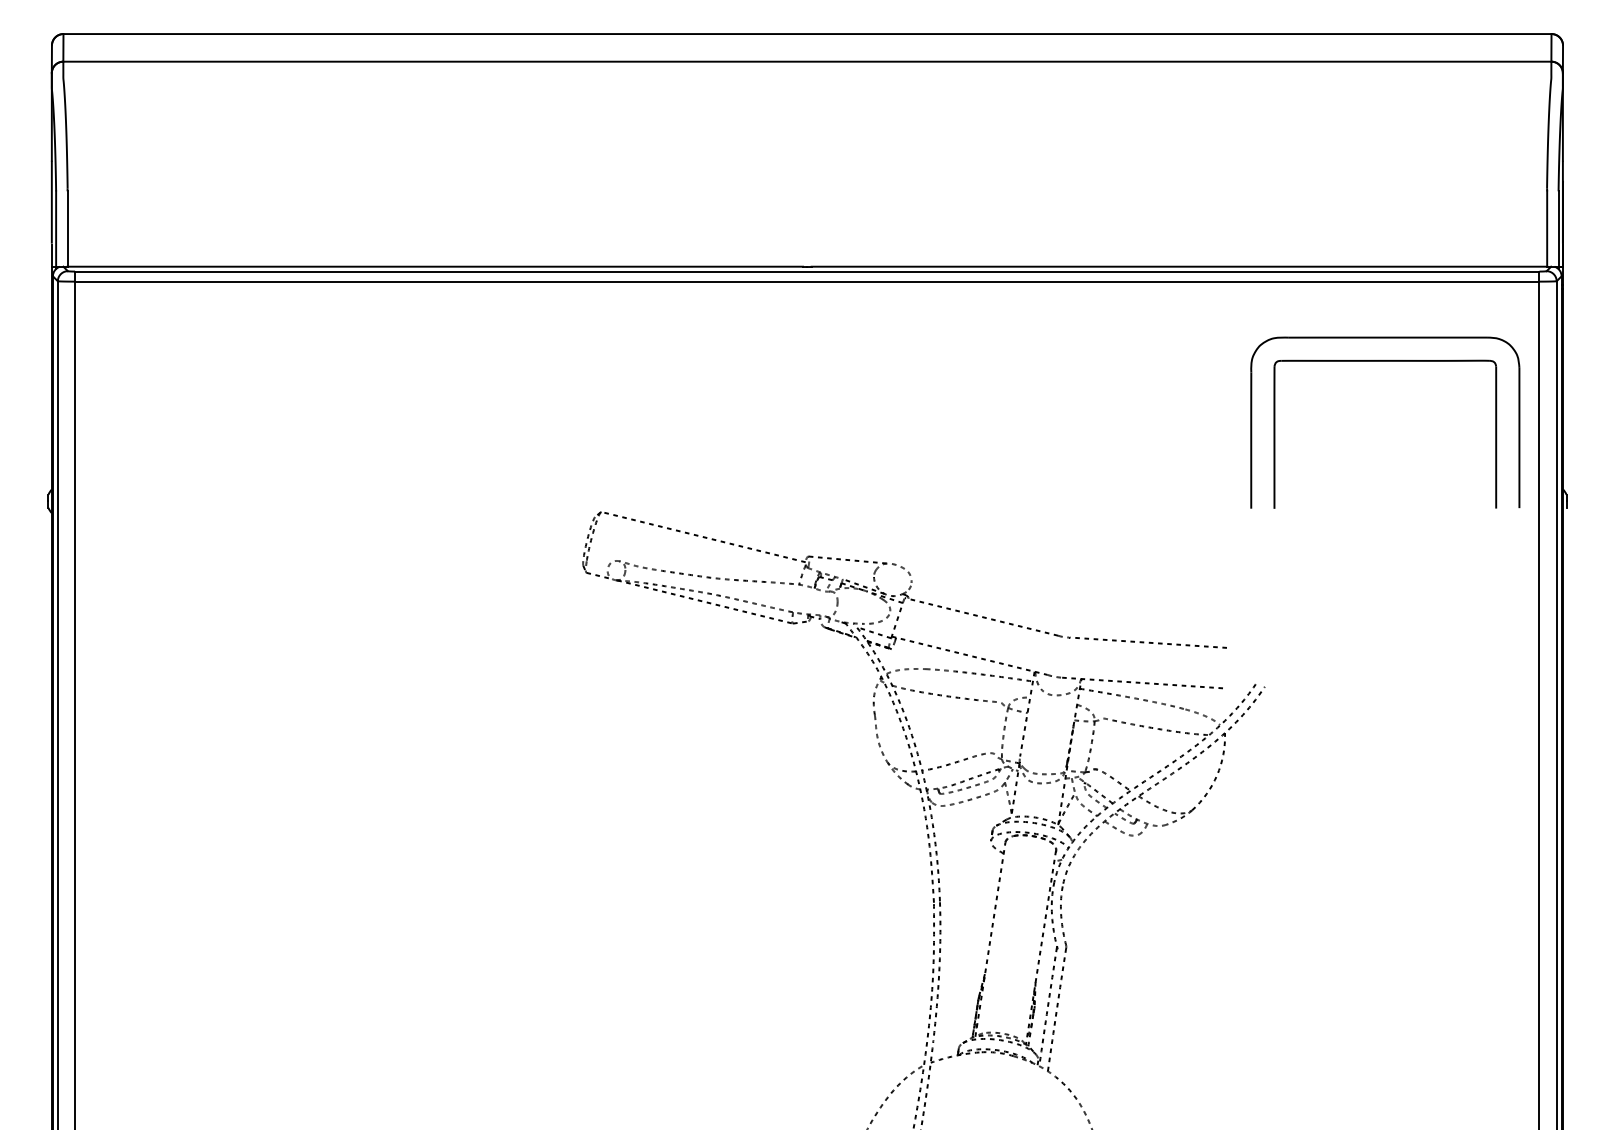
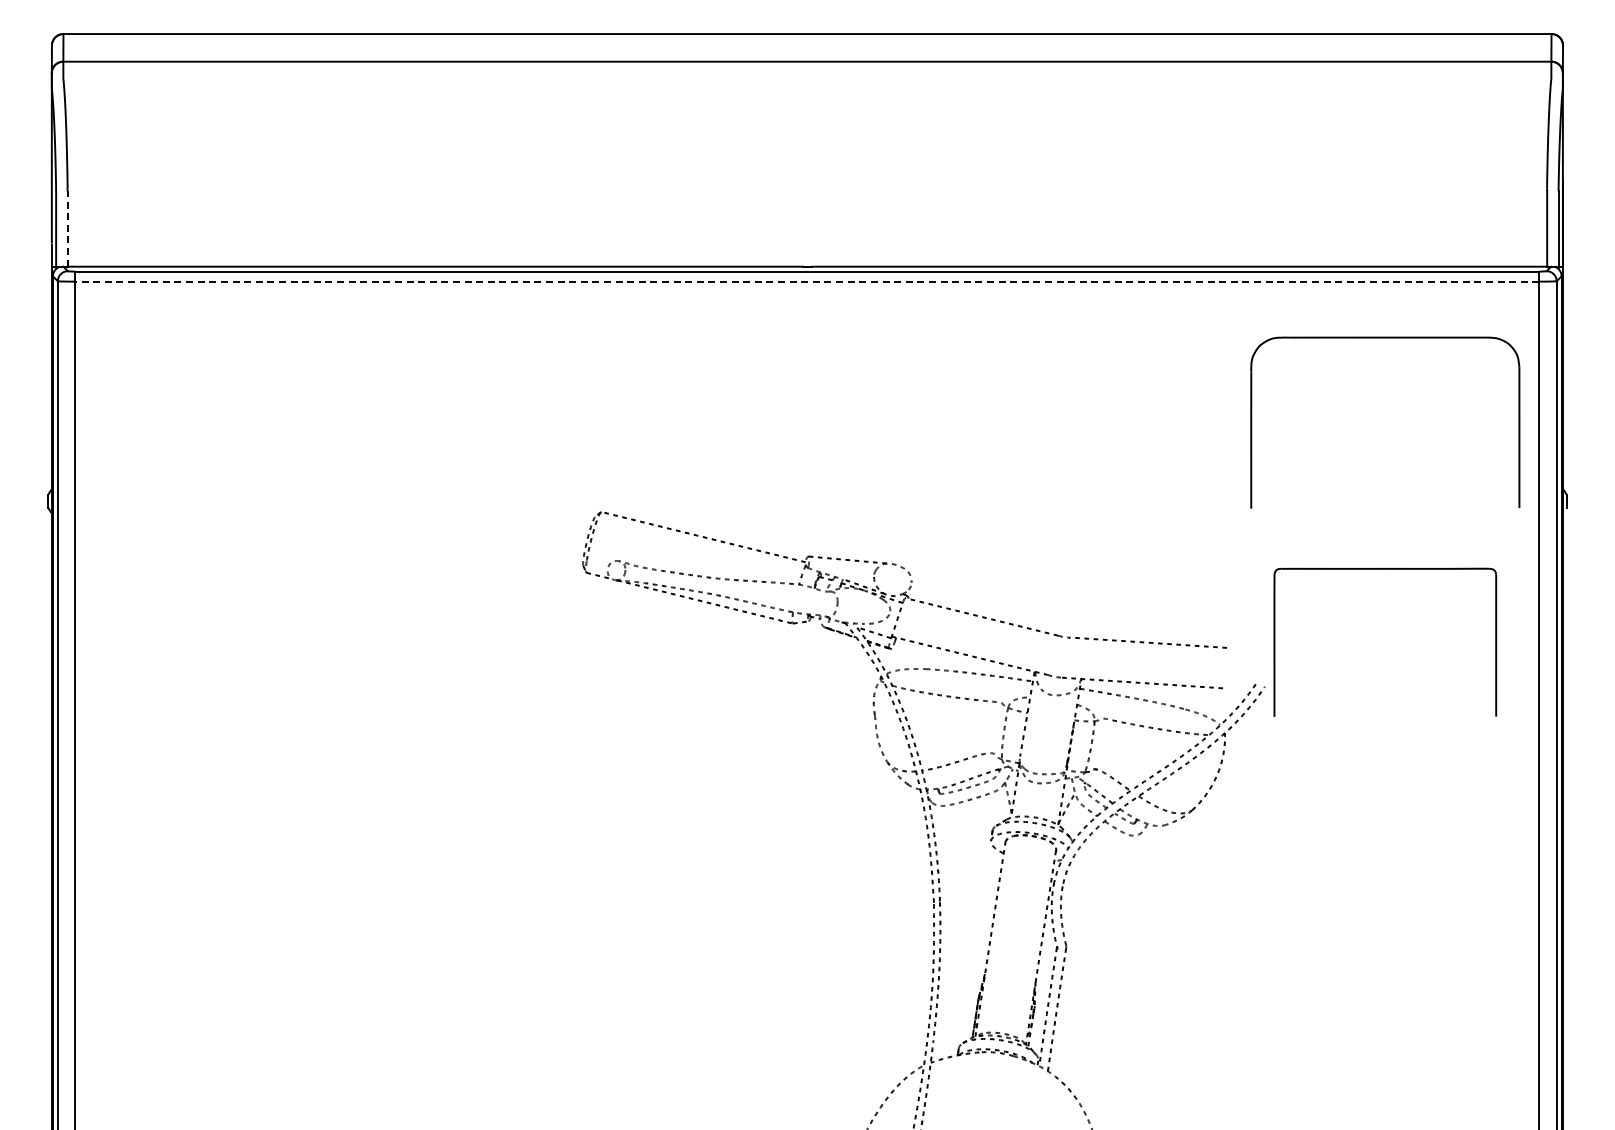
line at (67, 229): solid -> dashed
line at (806, 281): solid -> dashed
part at (1385, 361) position: (1385, 361) -> (1385, 569)
